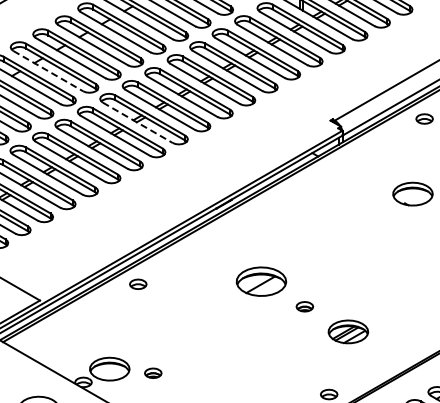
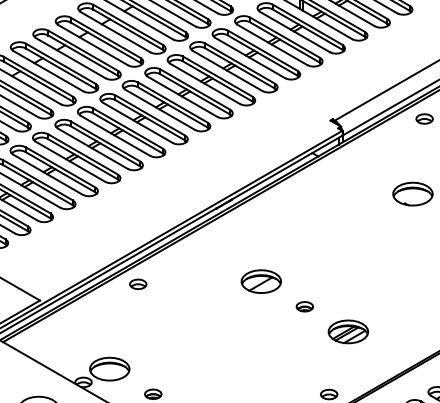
line at (48, 71): dashed -> solid
line at (138, 123): dashed -> solid
part at (261, 281) size: 53x31 px -> 42x25 px
part at (153, 372) position: (153, 372) -> (153, 393)
